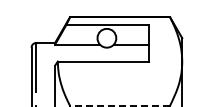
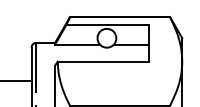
line at (16, 80): none -> present
line at (120, 105): dashed -> solid
